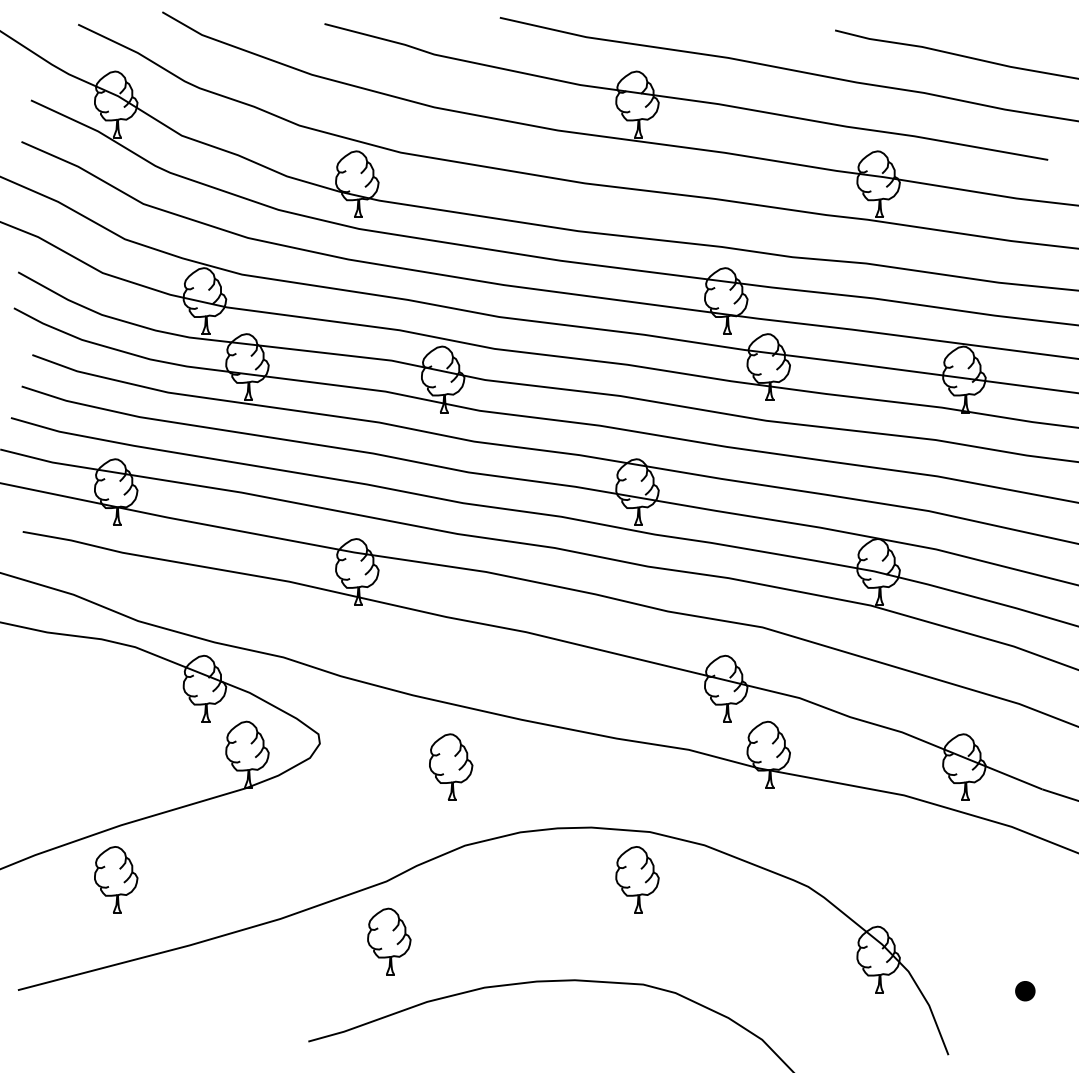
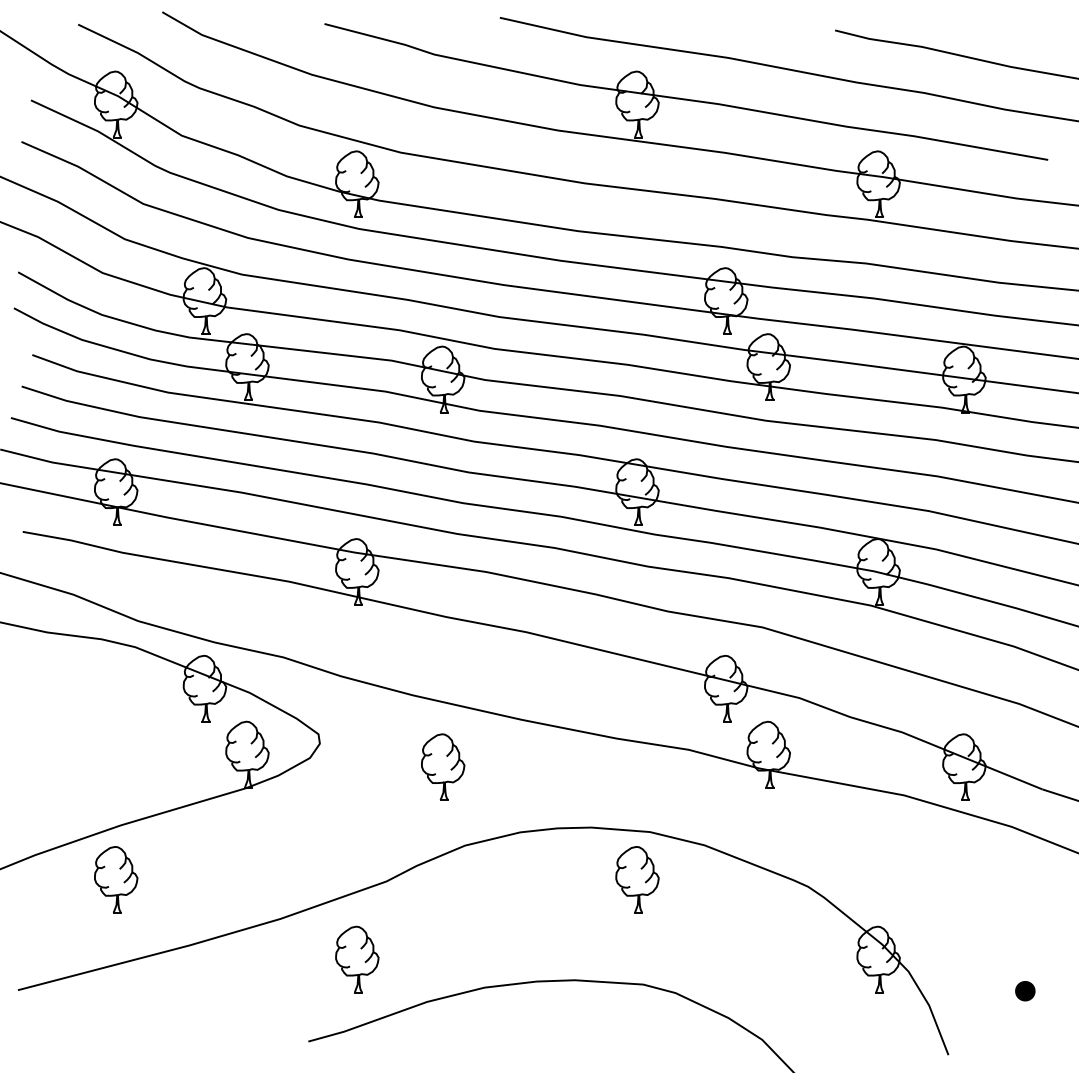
part at (451, 766) position: (451, 766) -> (443, 766)
part at (389, 941) position: (389, 941) -> (357, 959)
